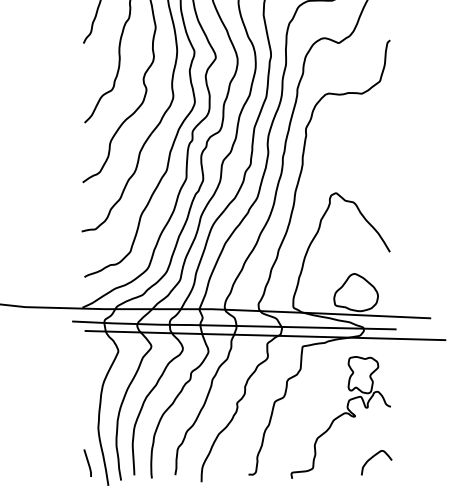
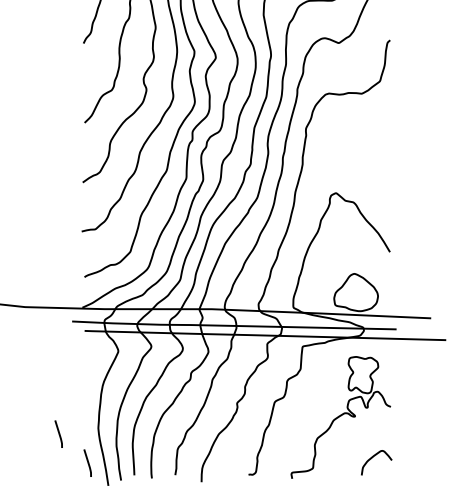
line at (58, 433): none -> present
